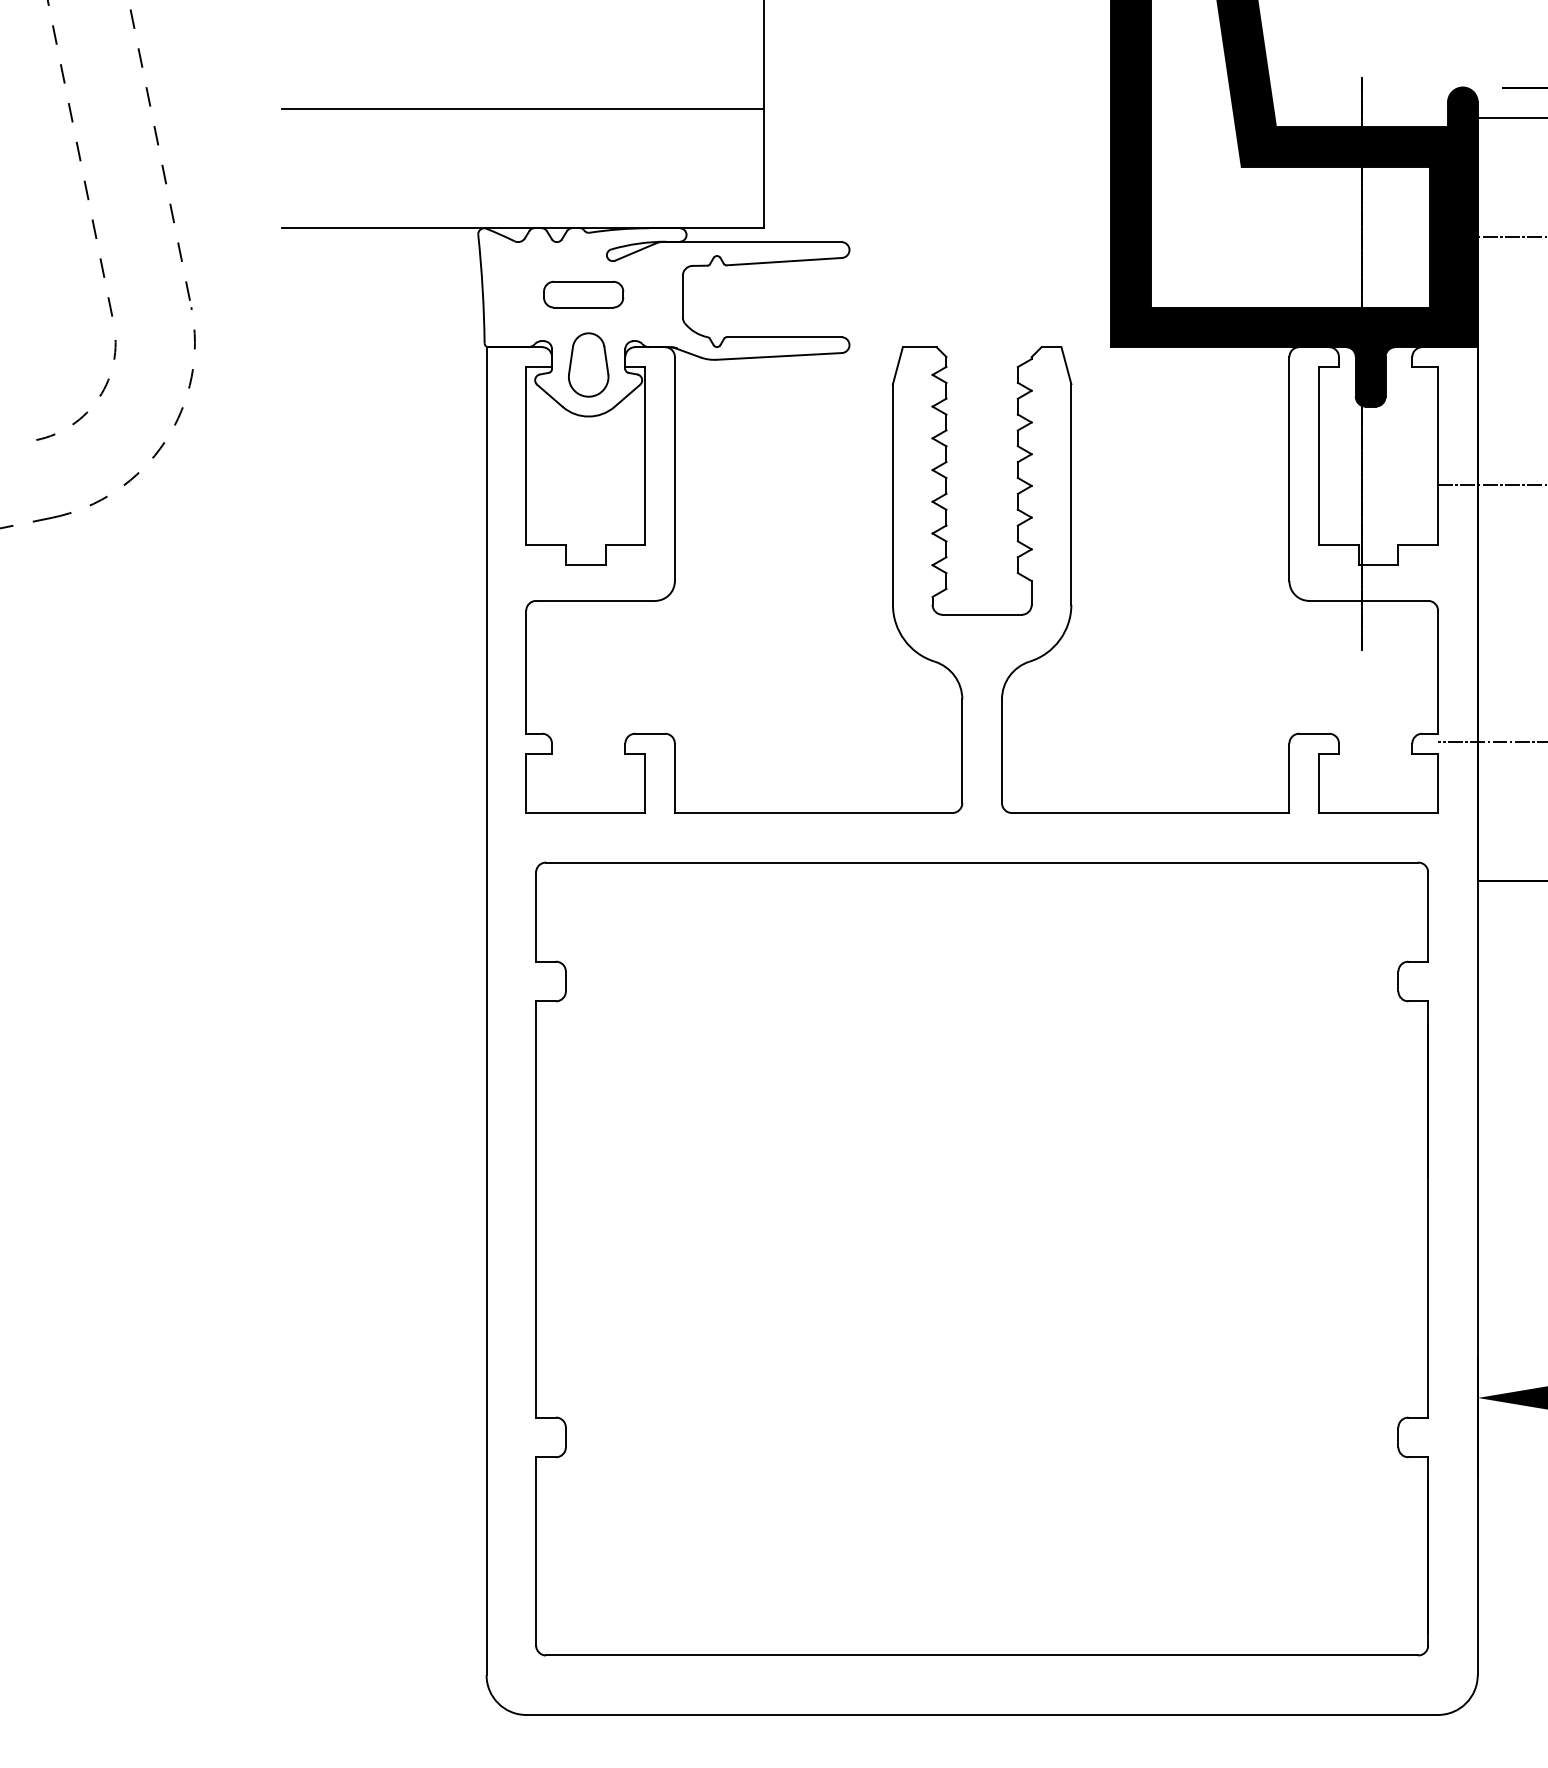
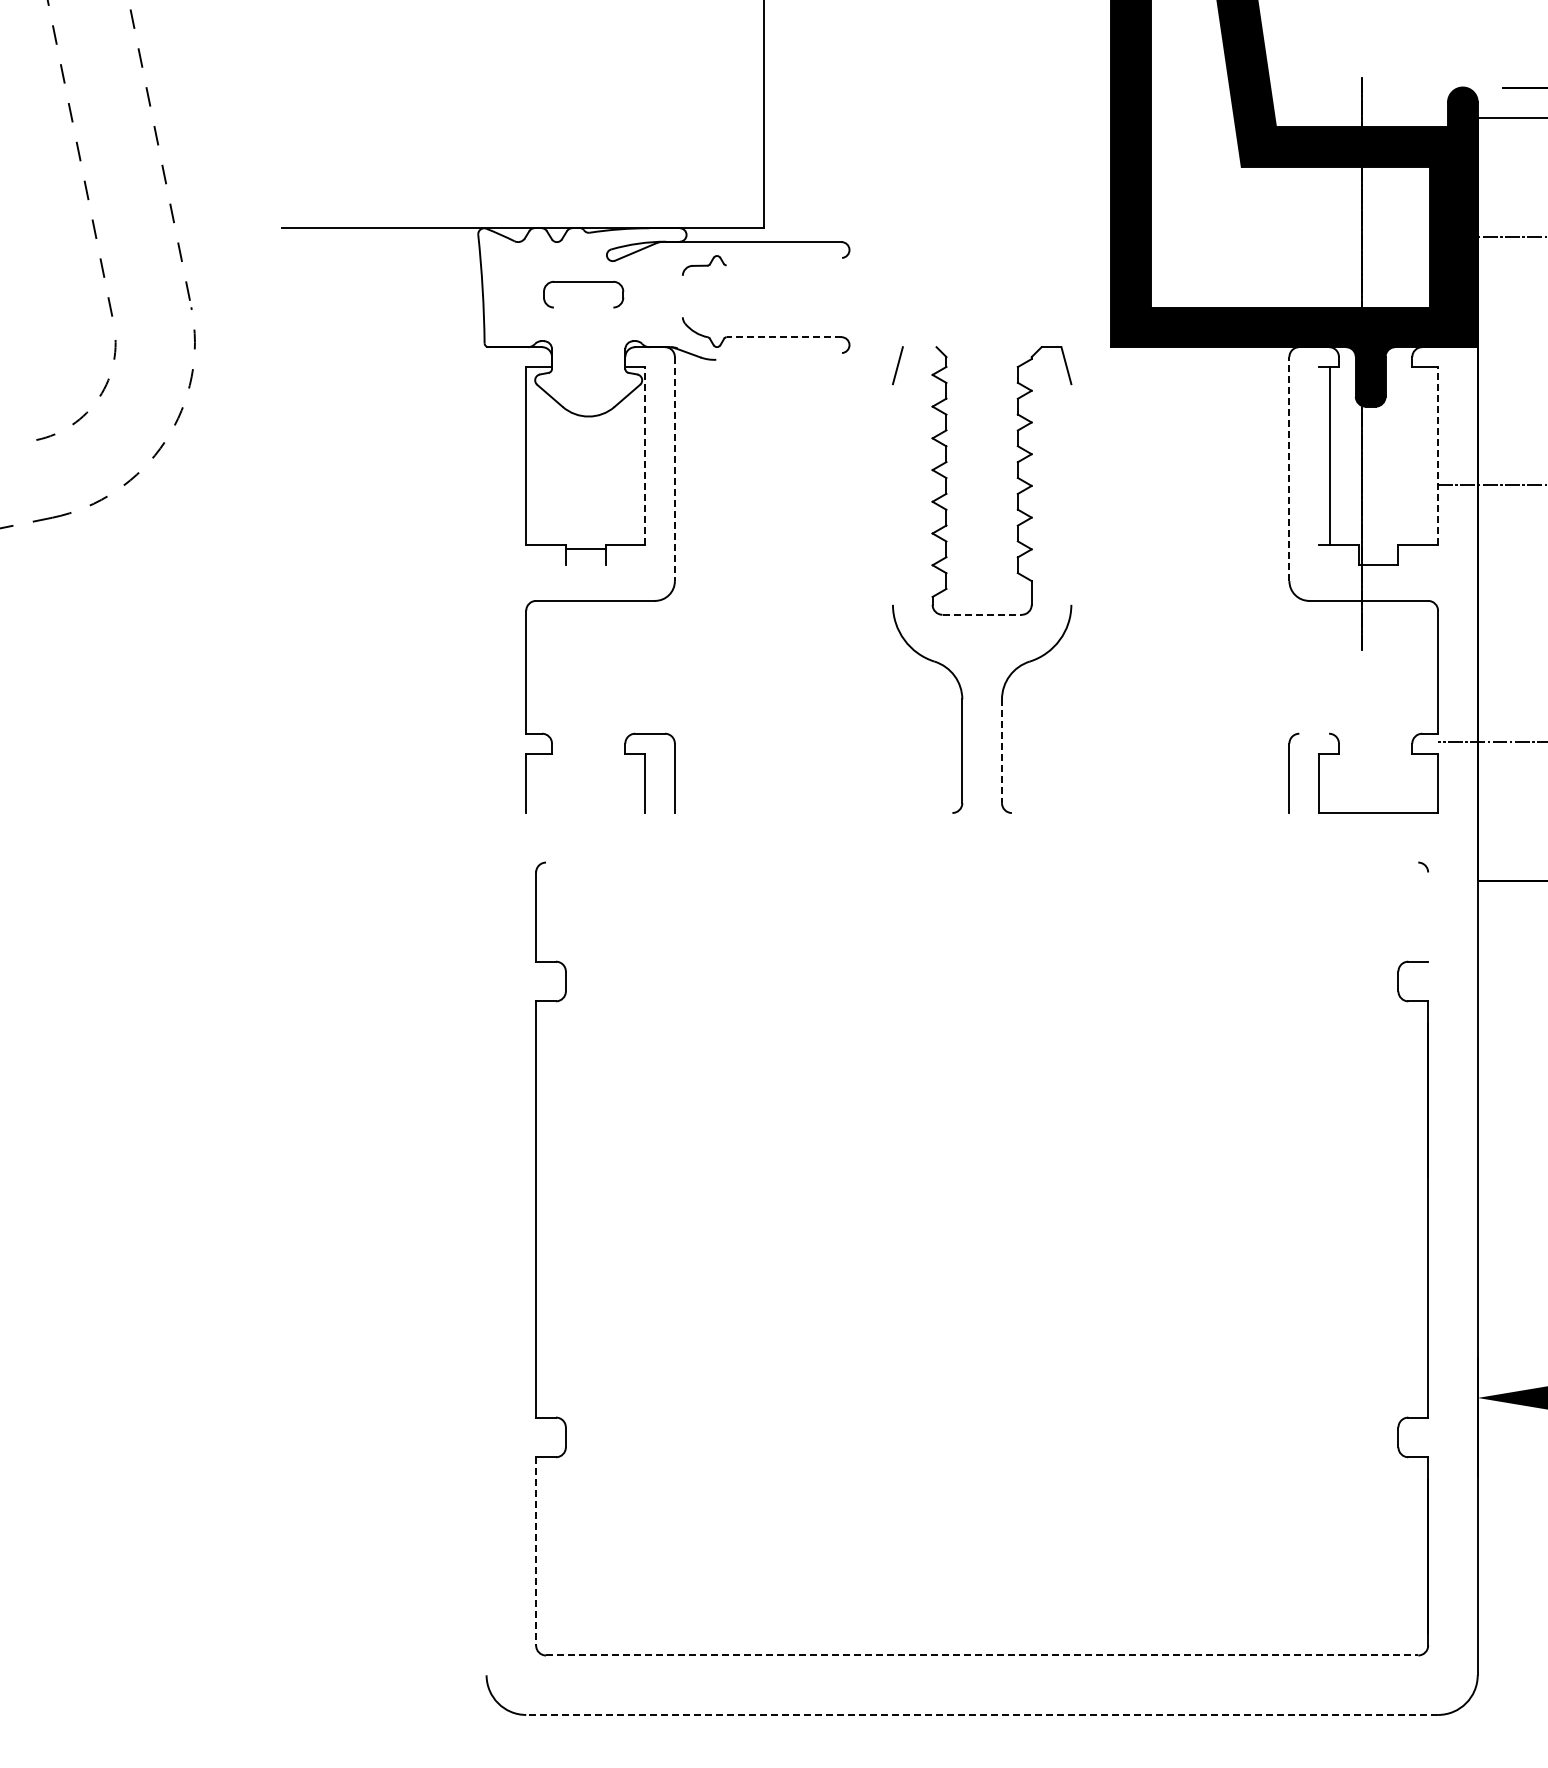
line at (523, 109): present -> none
line at (784, 261): present -> none
line at (682, 296): present -> none
line at (583, 307): present -> none
line at (783, 337): solid -> dashed
line at (919, 347): present -> none
line at (779, 356): present -> none
part at (588, 364): present -> none
line at (645, 455): solid -> dashed
line at (1438, 455): solid -> dashed
line at (1319, 456) position: (1319, 456) -> (1330, 456)
line at (674, 469): solid -> dashed
line at (1289, 469): solid -> dashed
line at (892, 494): present -> none
line at (1071, 494): present -> none
line at (585, 565) position: (585, 565) -> (585, 549)
line at (982, 614): solid -> dashed
line at (1314, 733): present -> none
line at (1001, 751): solid -> dashed
line at (585, 813): present -> none
line at (813, 813): present -> none
line at (1150, 813): present -> none
line at (982, 862): present -> none
line at (1428, 916): present -> none
line at (486, 1011): present -> none
line at (536, 1551): solid -> dashed
line at (982, 1655): solid -> dashed
line at (982, 1714): solid -> dashed
